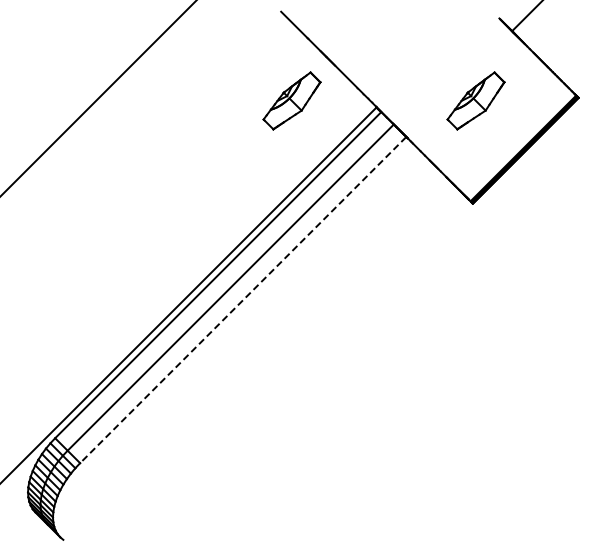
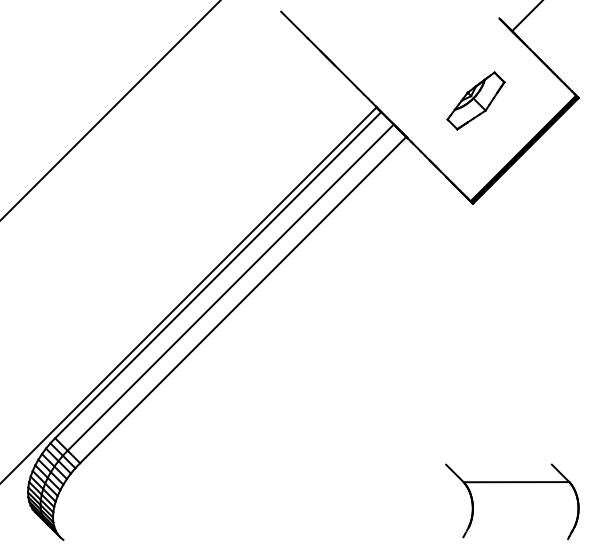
line at (98, 98) position: (98, 98) -> (110, 110)
part at (291, 100): present -> none
line at (243, 300): dashed -> solid
part at (512, 483): none -> present
